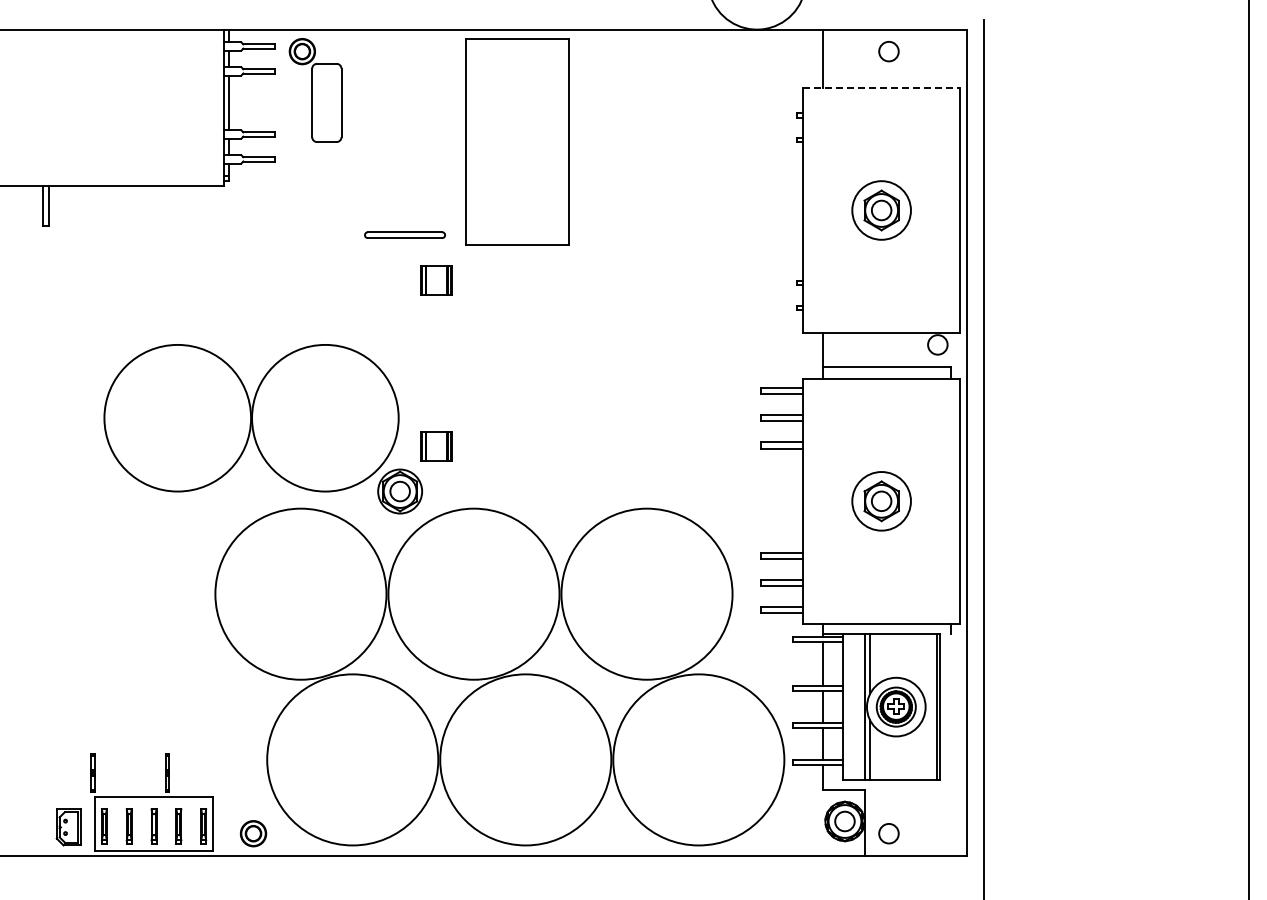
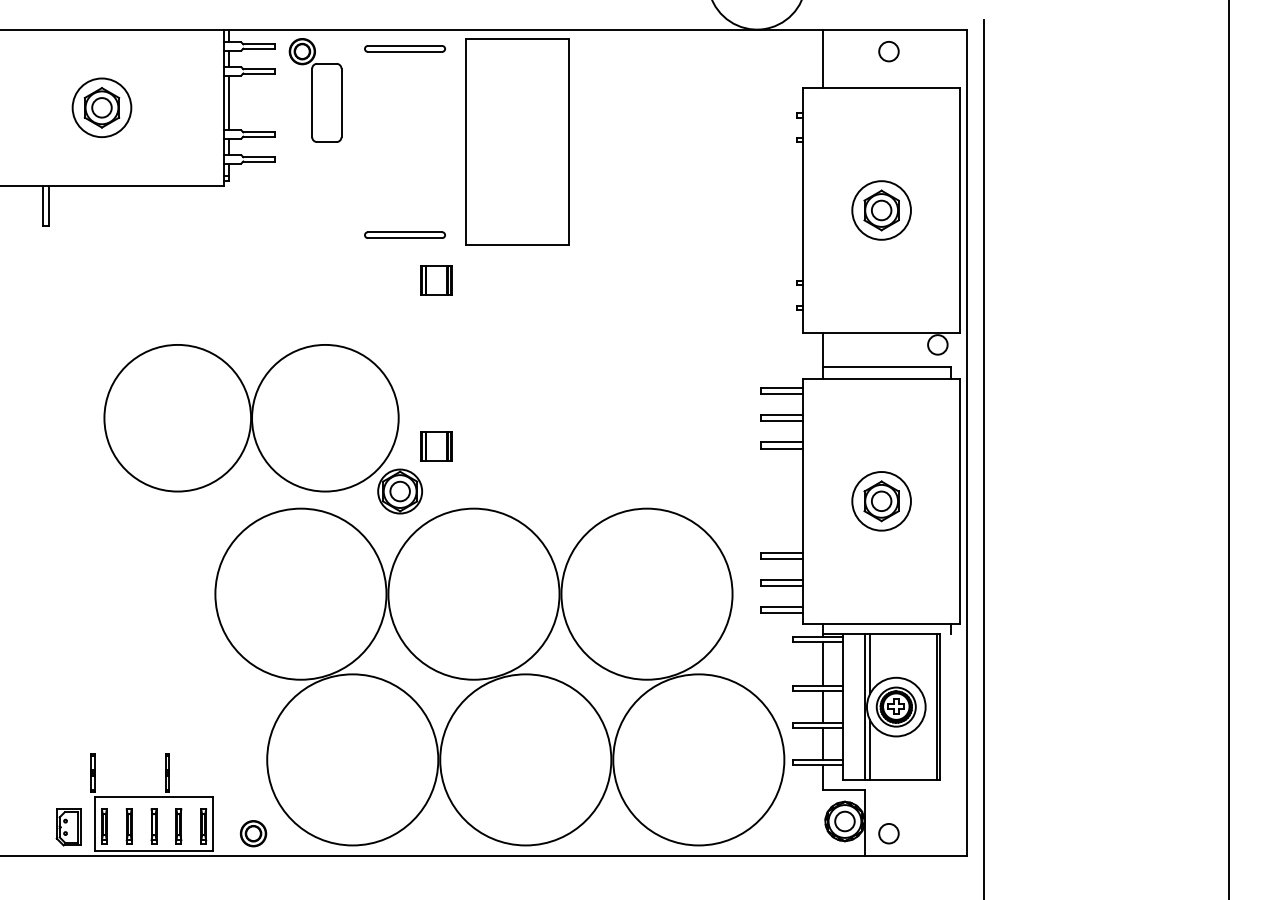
part at (404, 48): none -> present
line at (882, 88): dashed -> solid
part at (101, 107): none -> present
line at (1248, 449) position: (1248, 449) -> (1228, 449)
